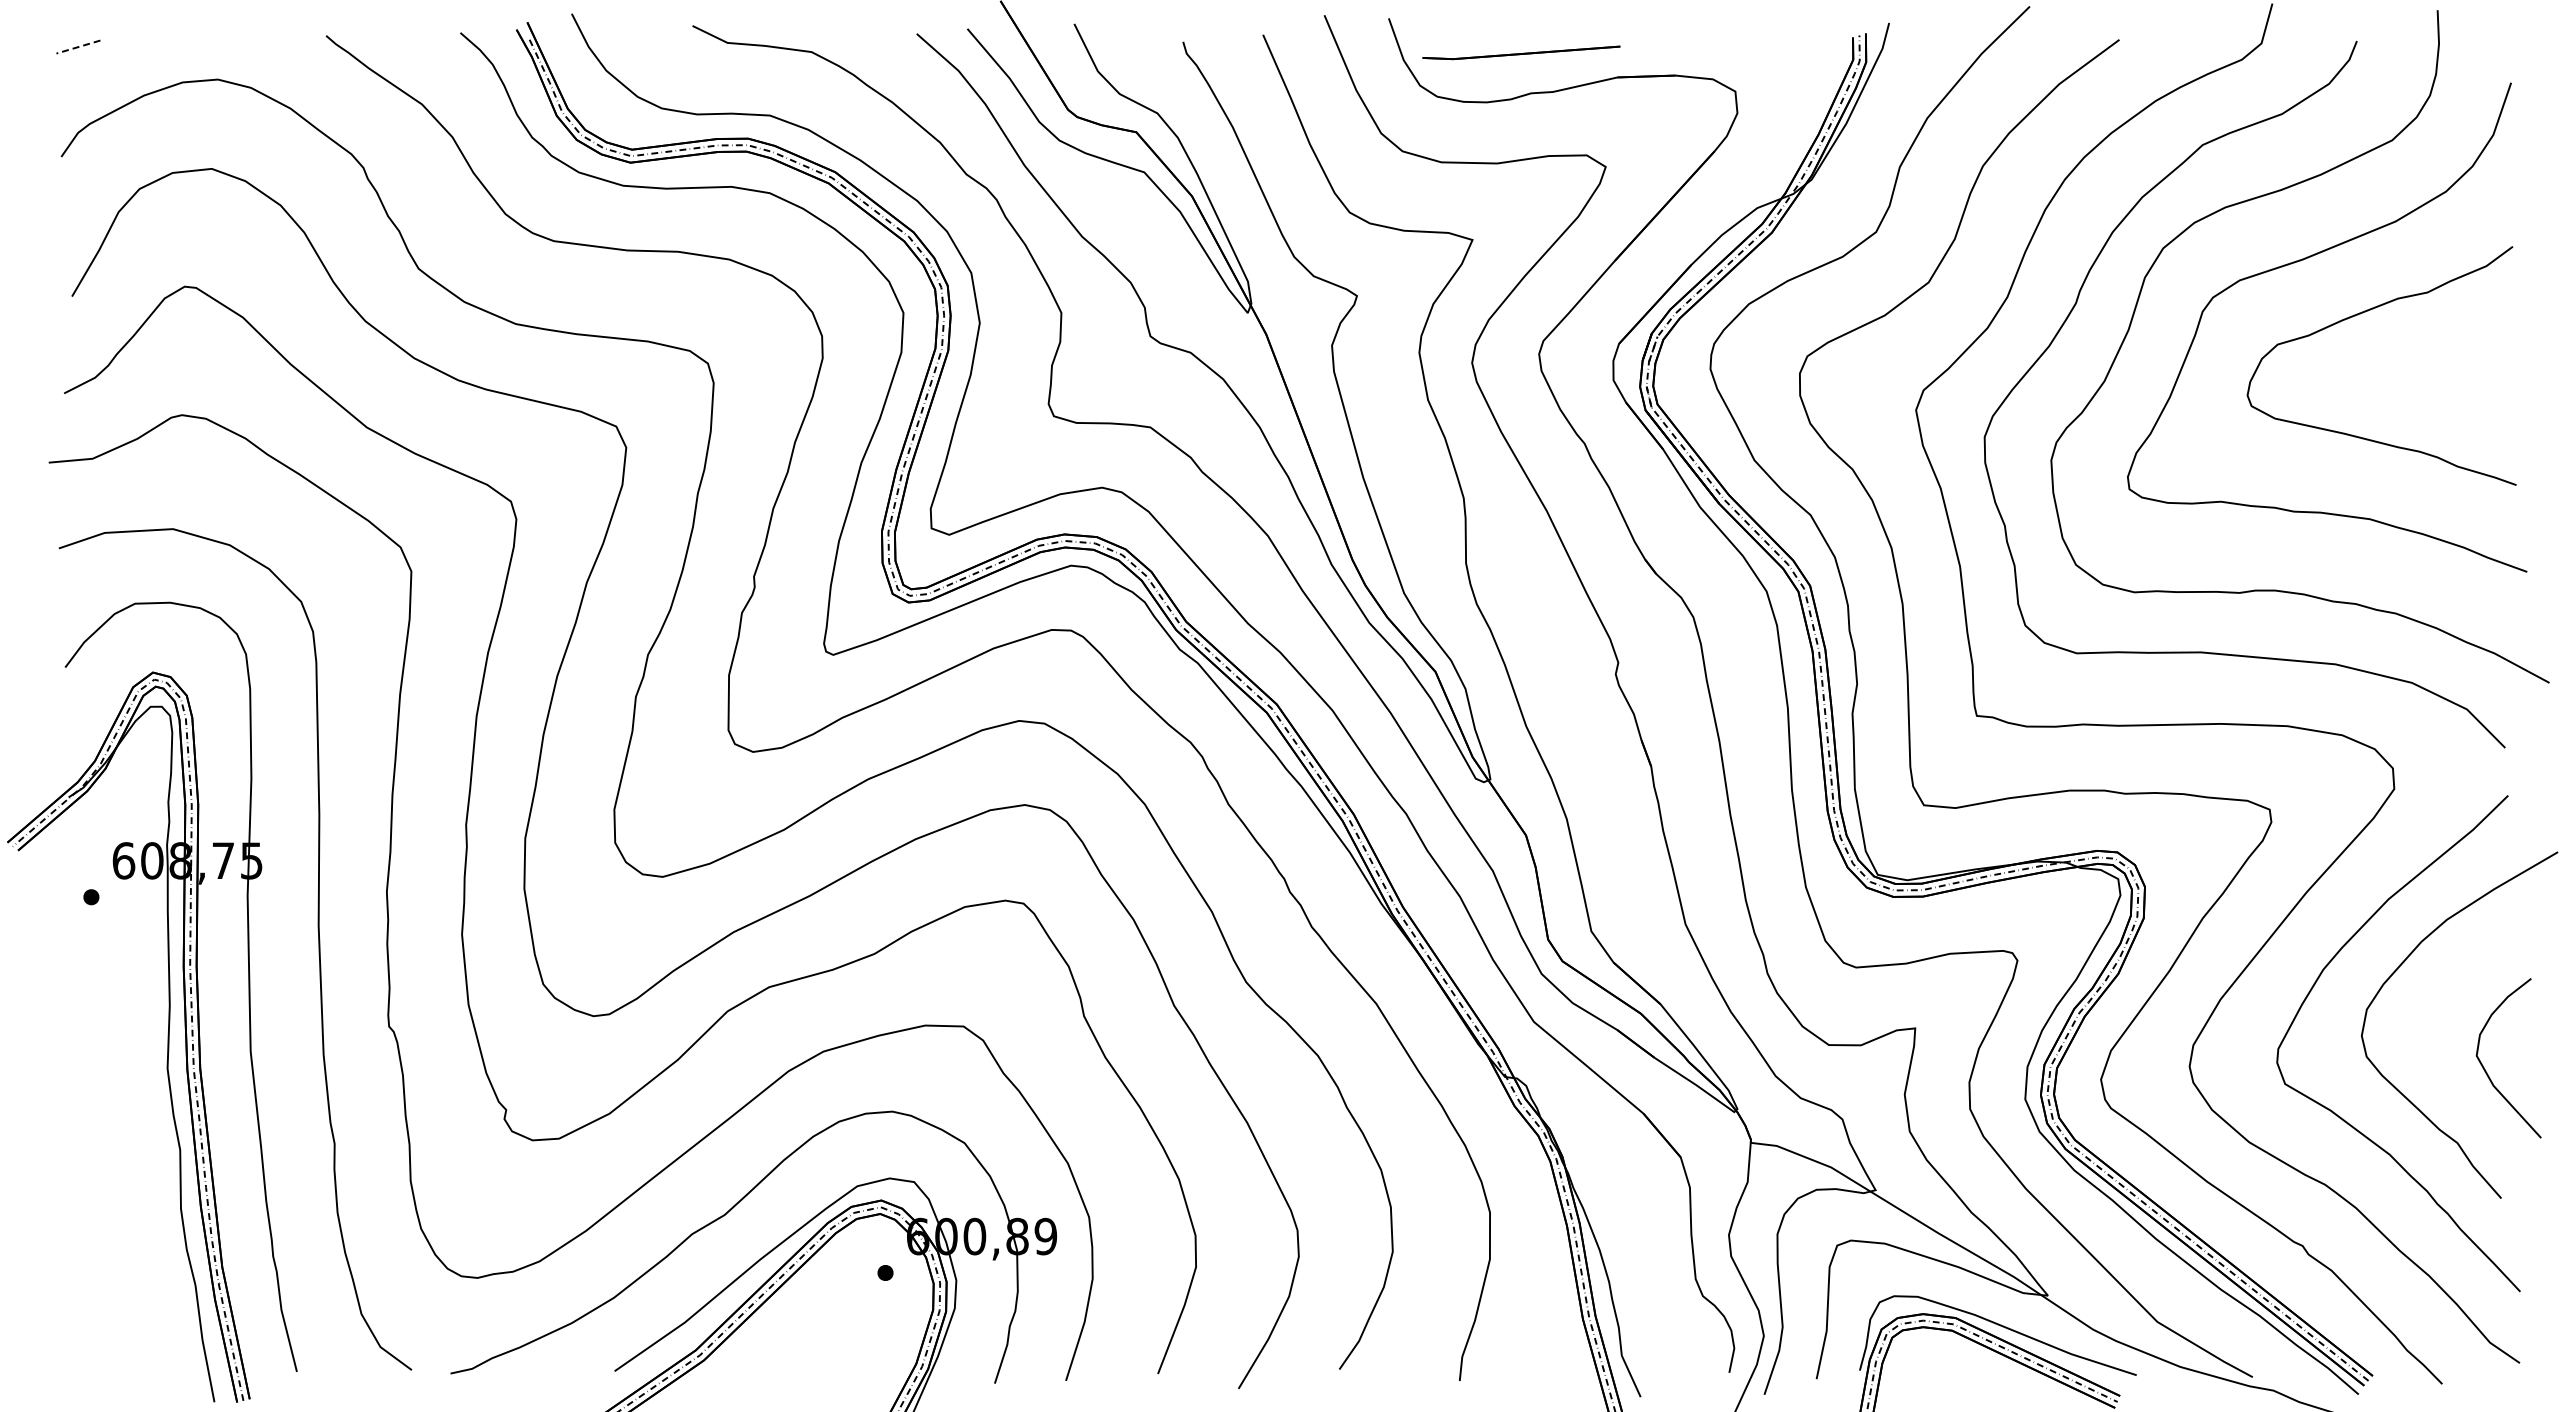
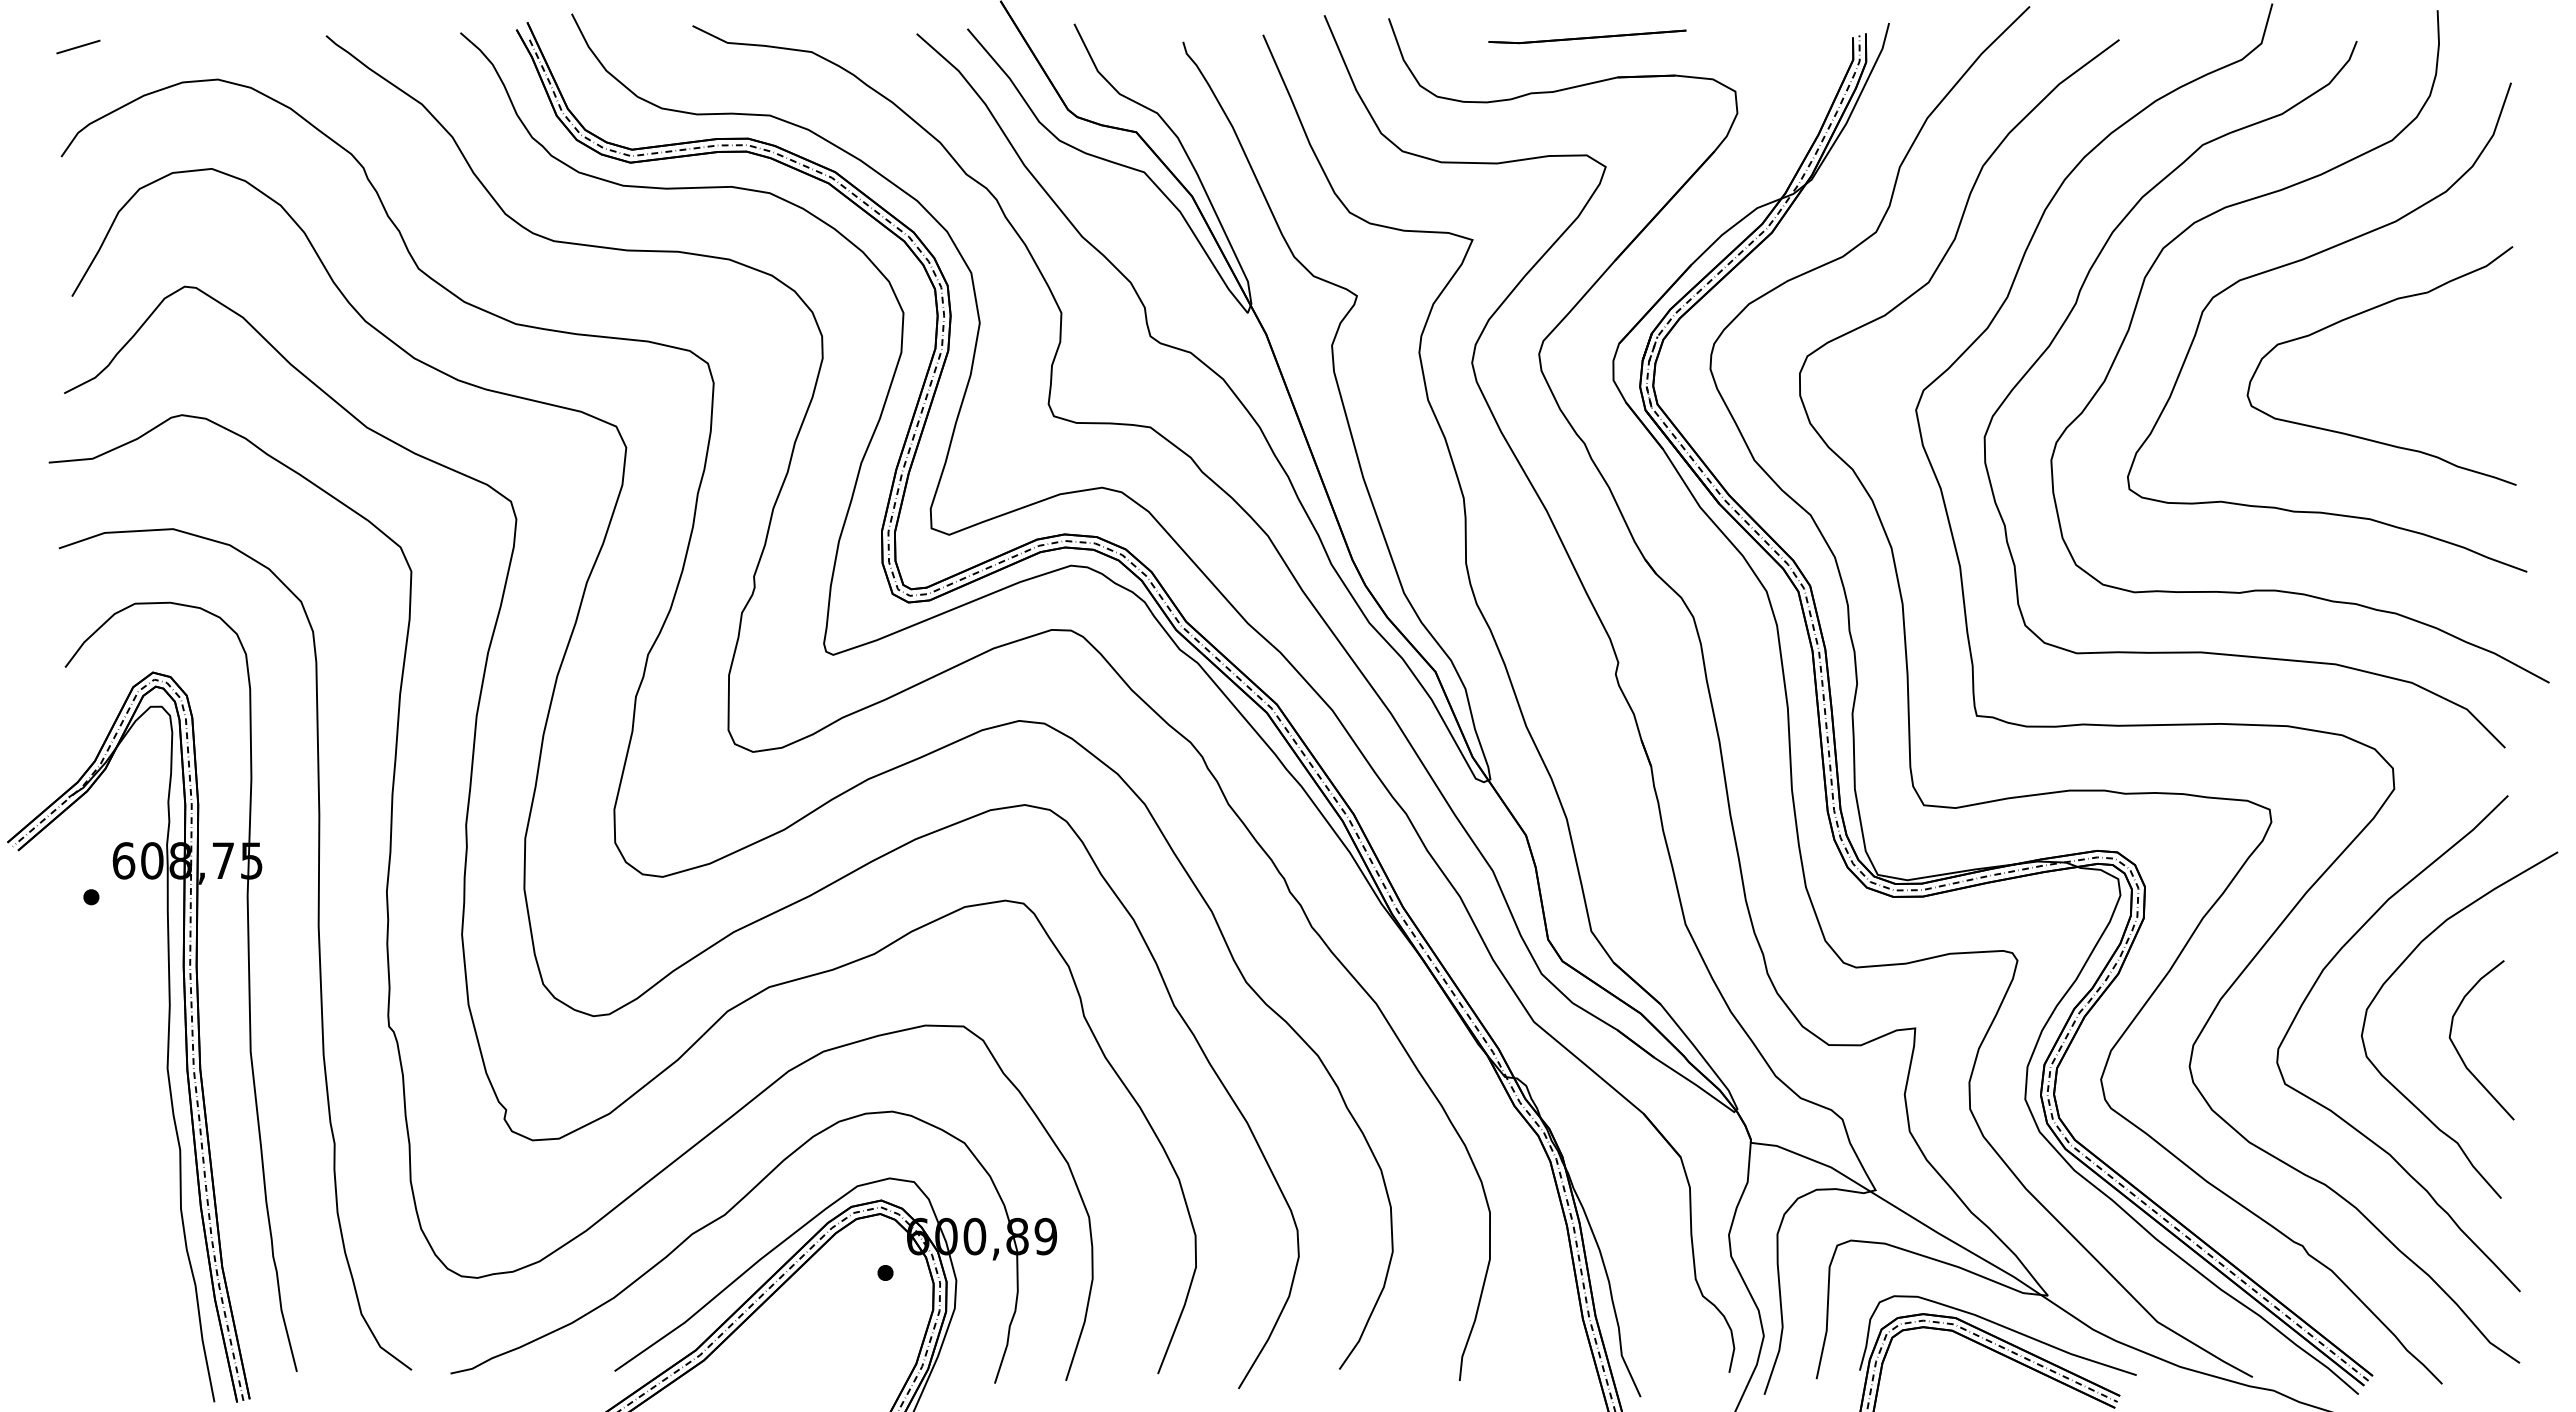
line at (78, 47): dashed -> solid
part at (1521, 52) position: (1521, 52) -> (1587, 36)
curve at (2487, 1072) position: (2487, 1072) -> (2460, 1054)
